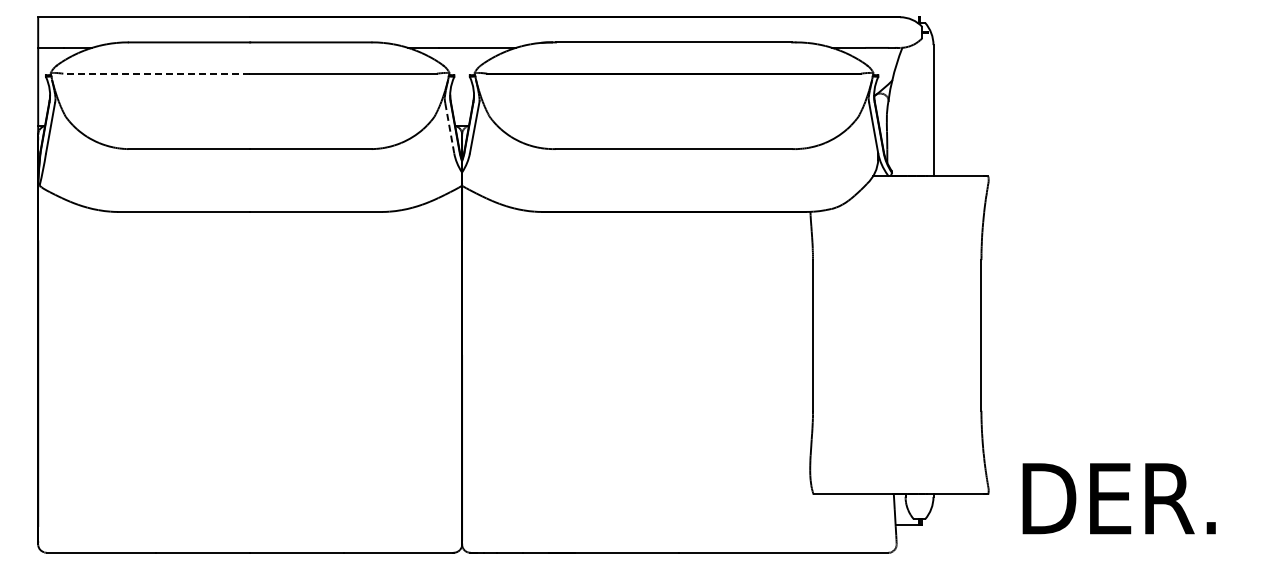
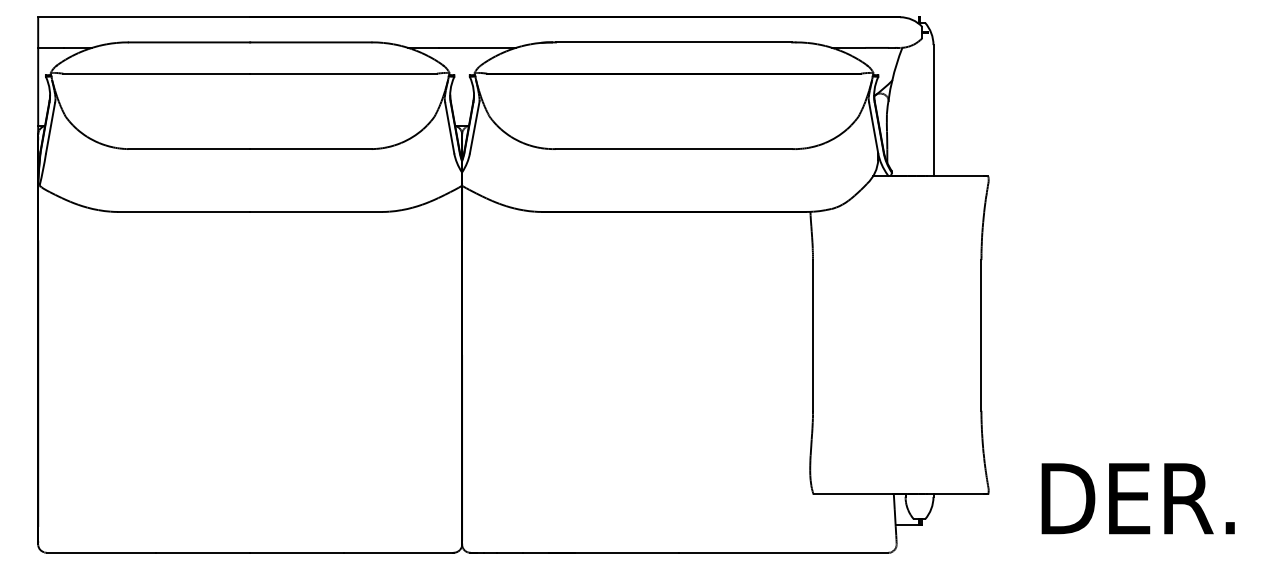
line at (156, 73): dashed -> solid
line at (449, 128): dashed -> solid
text at (1118, 498) position: (1118, 498) -> (1137, 498)
